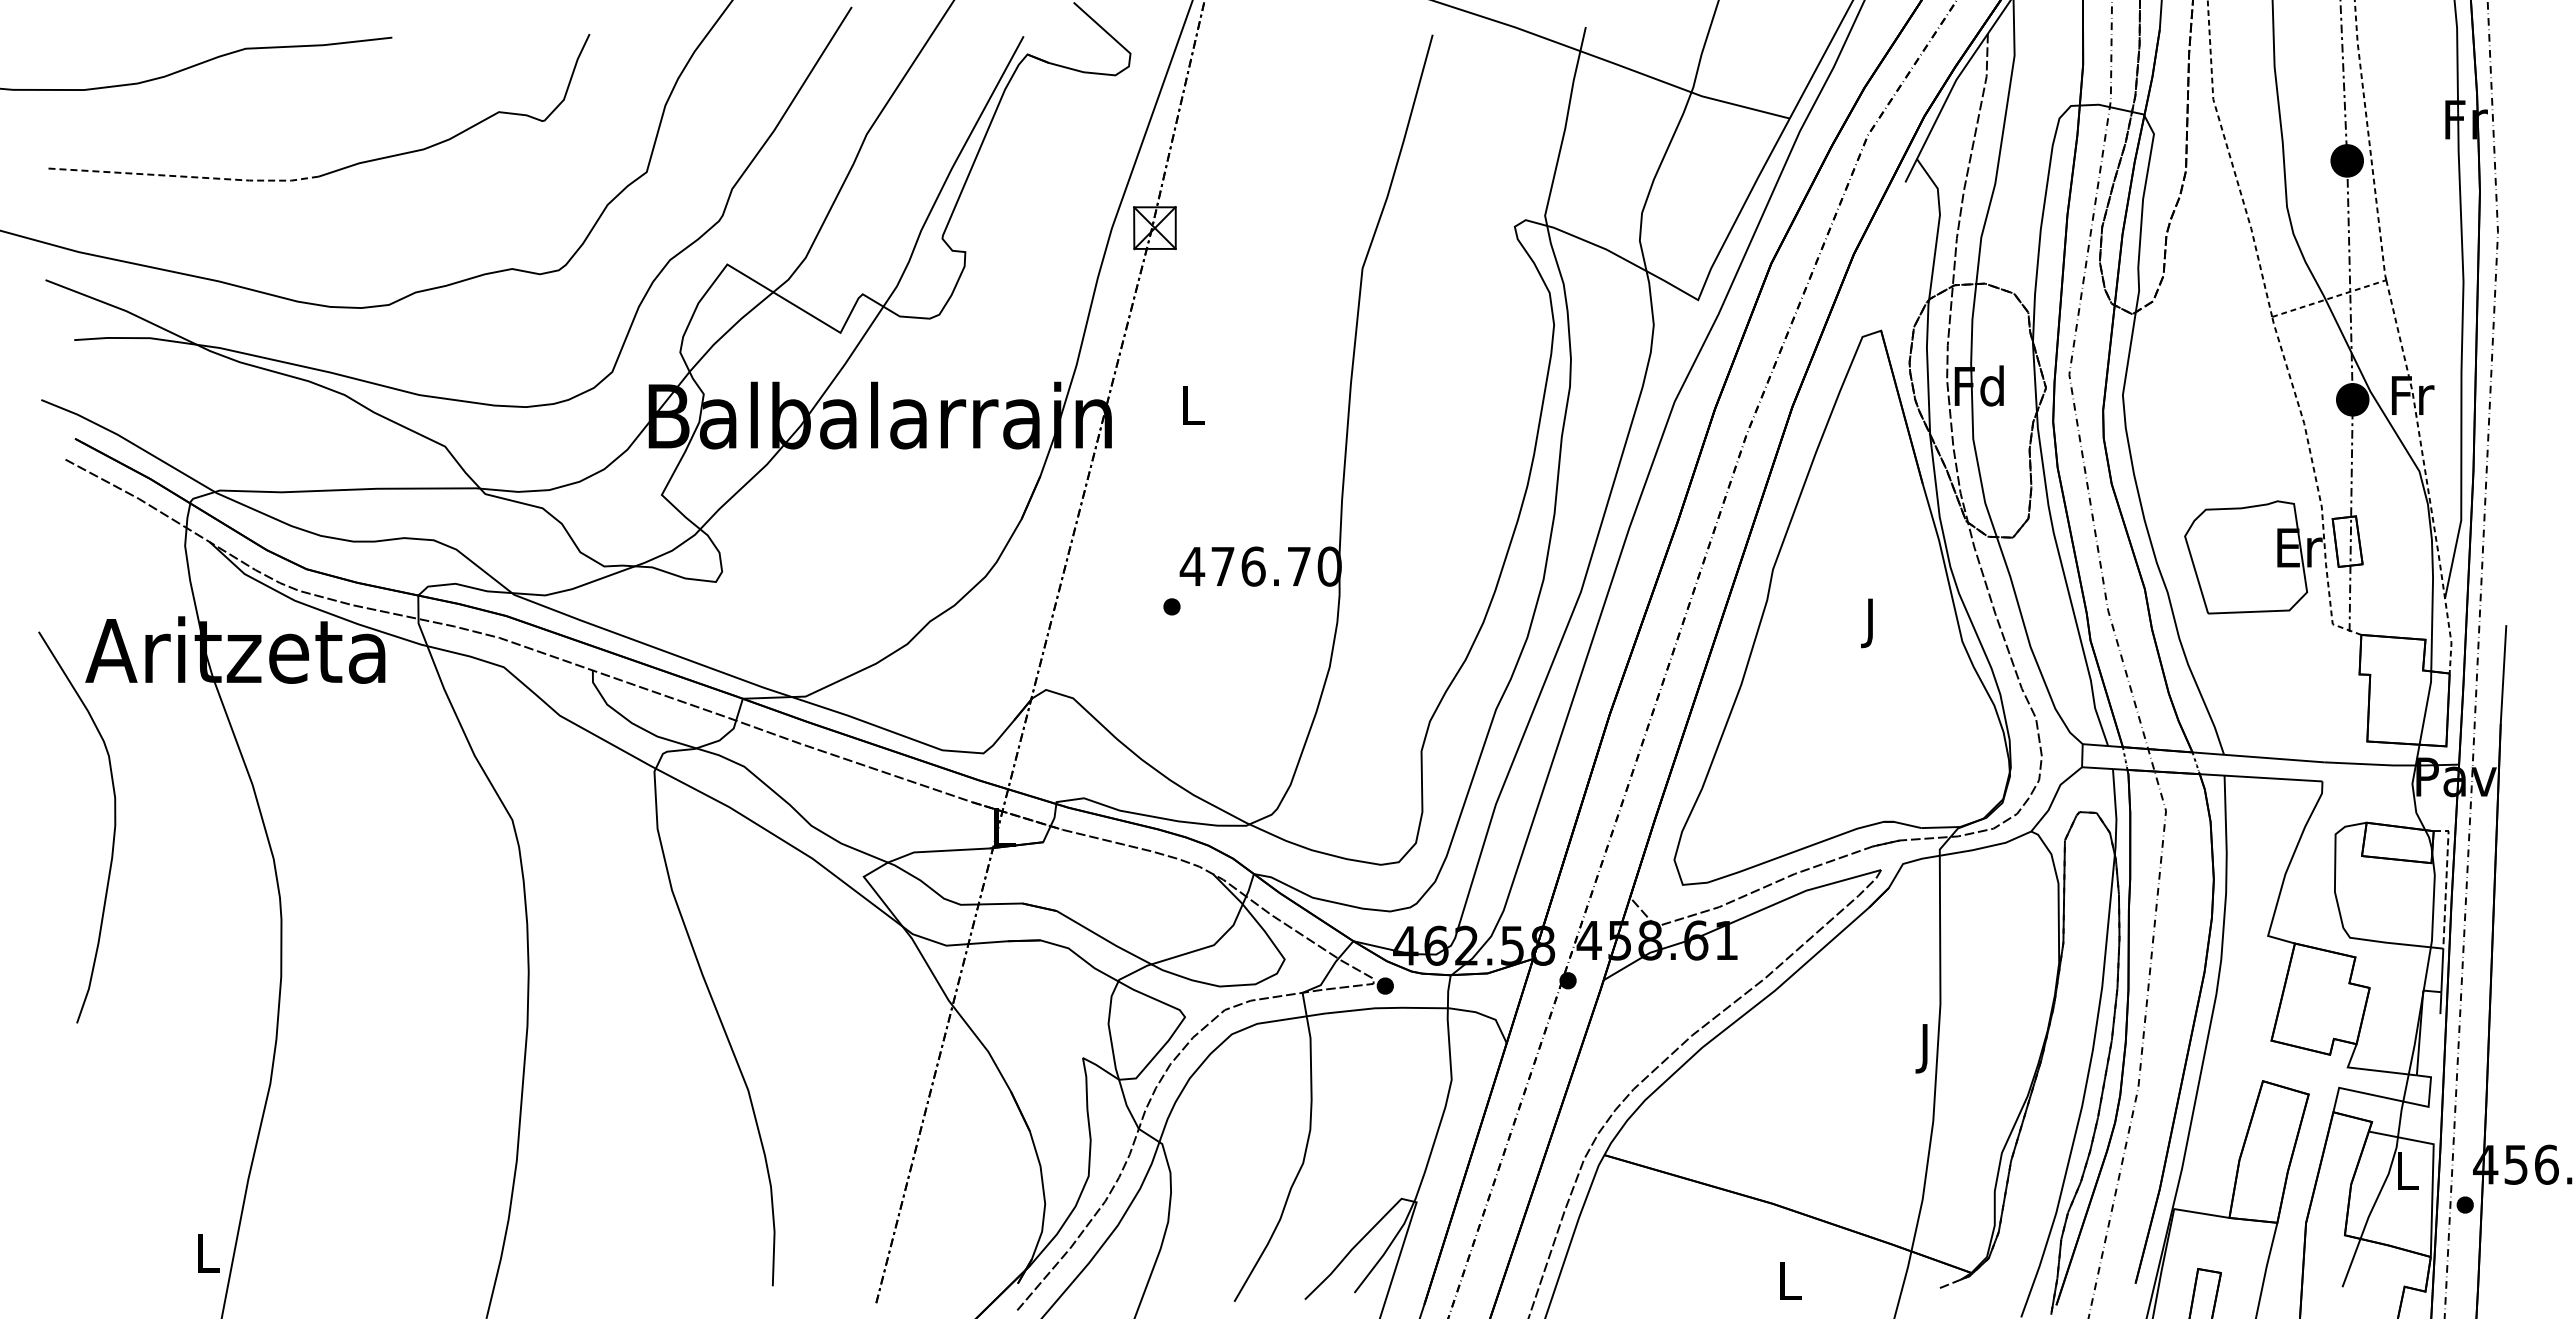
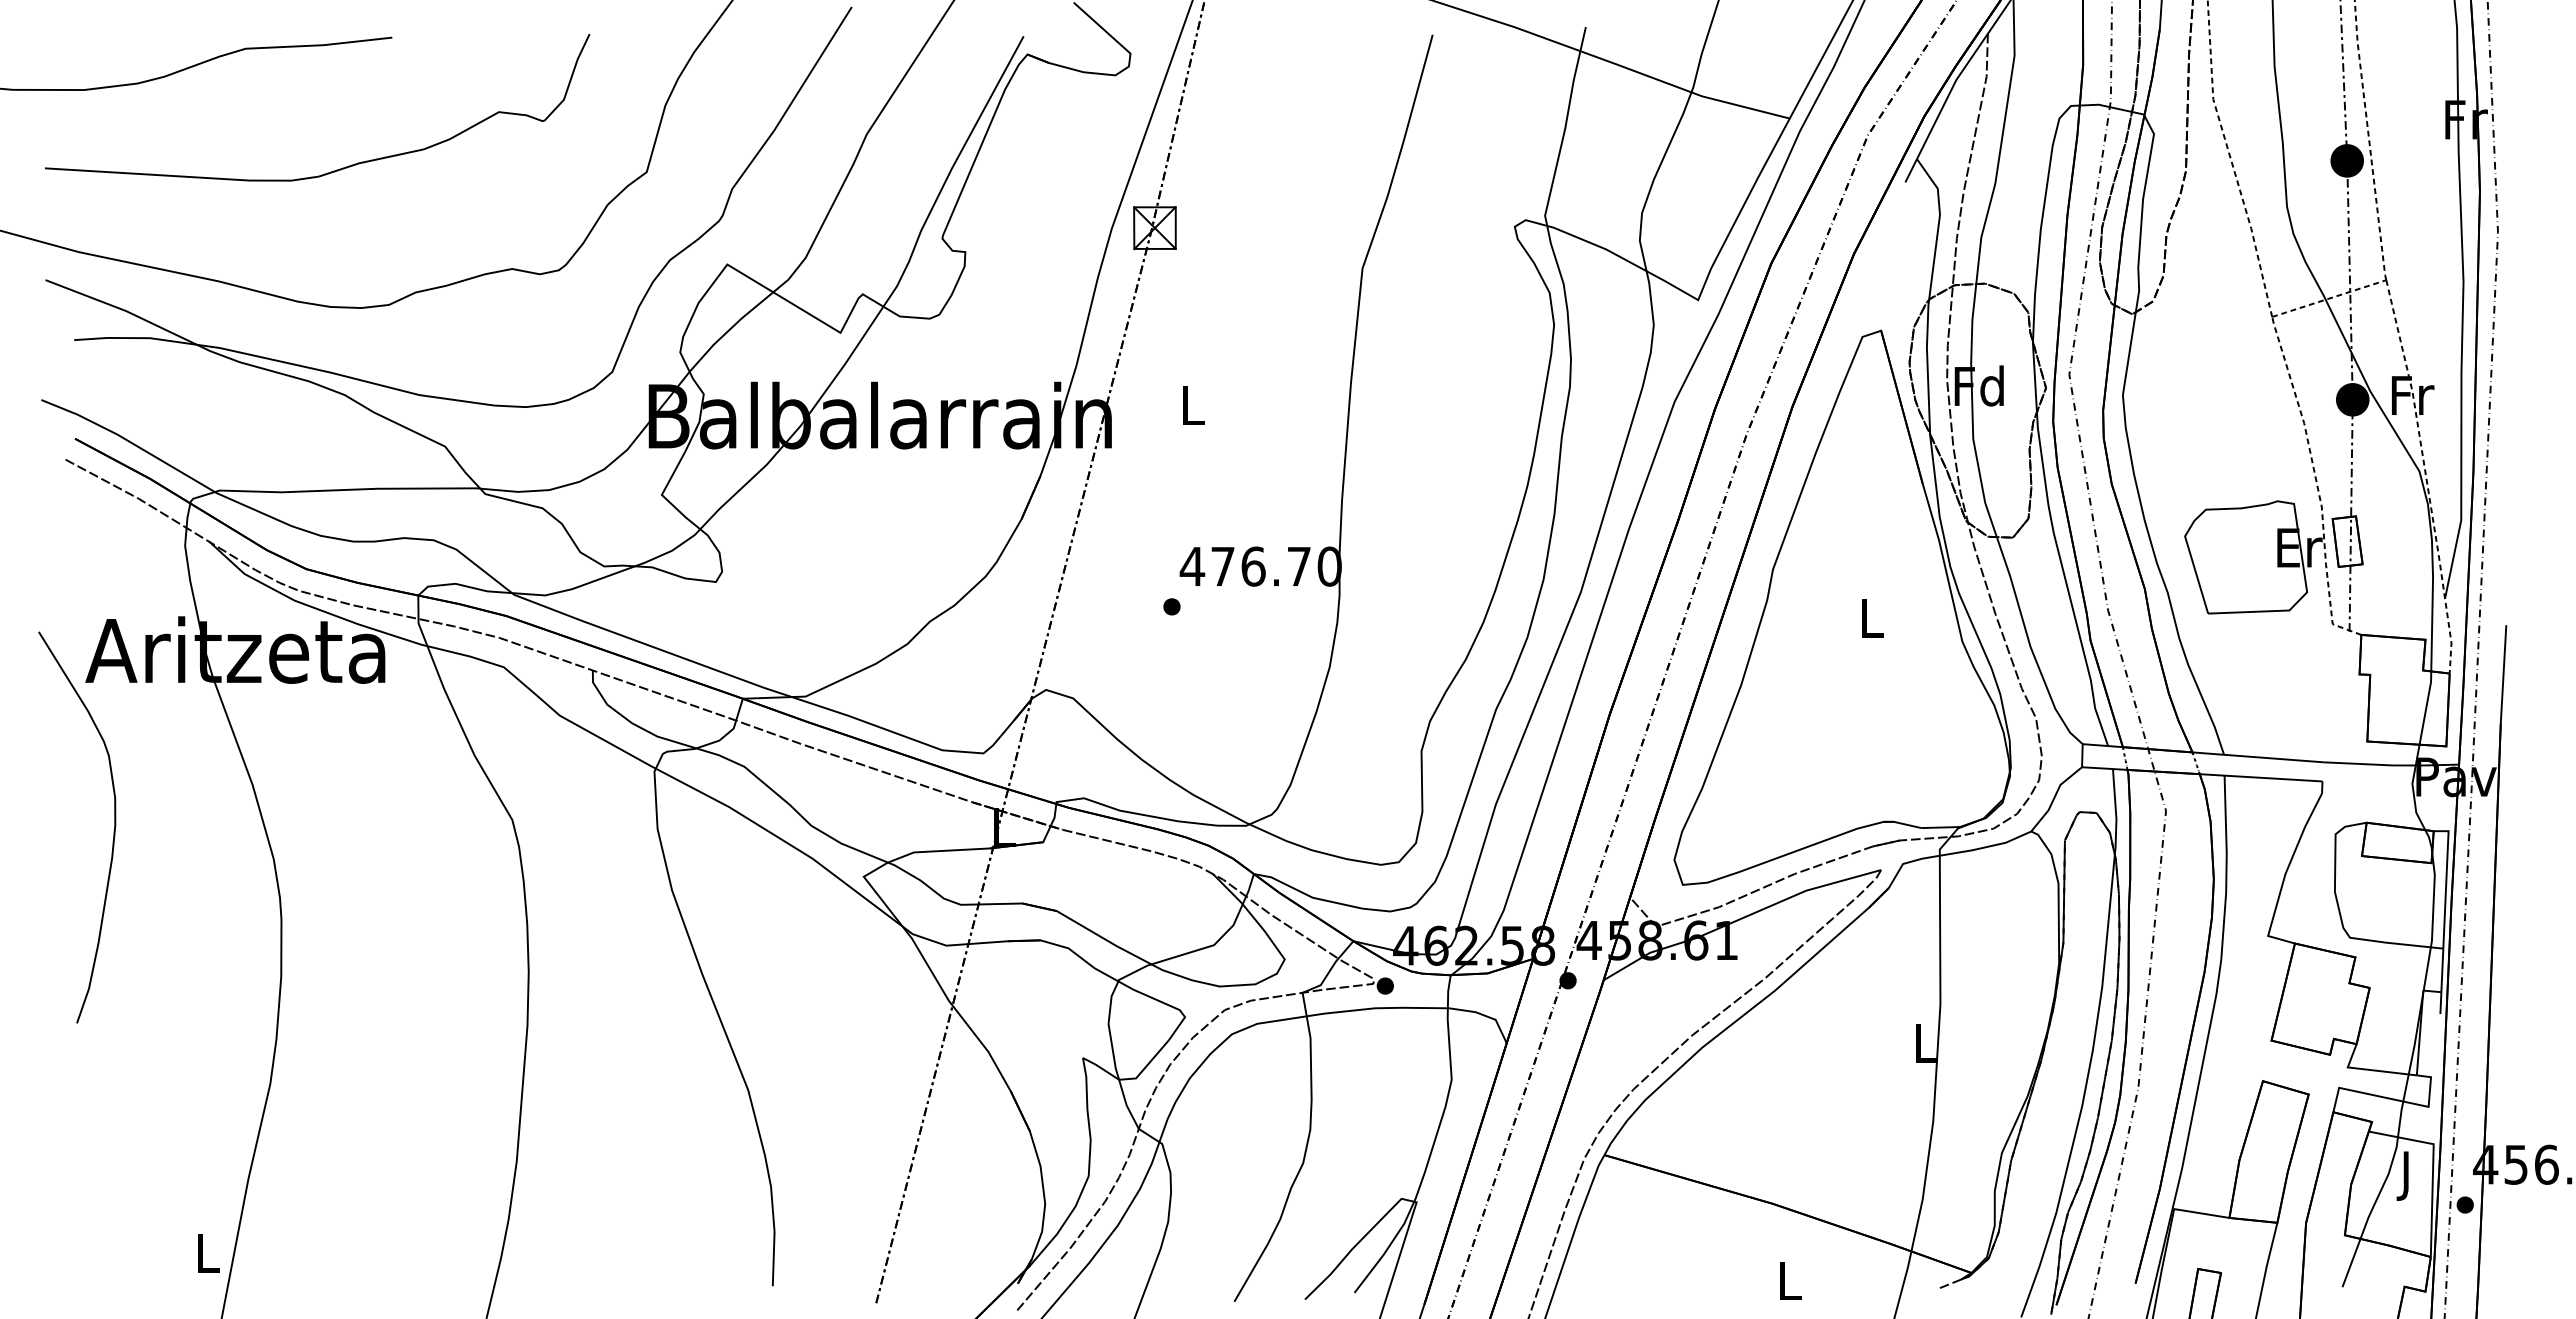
line at (182, 176): dashed -> solid
text at (1872, 623): J -> L
line at (2446, 881): dashed -> solid
text at (1926, 1048): J -> L
text at (2407, 1175): L -> J
